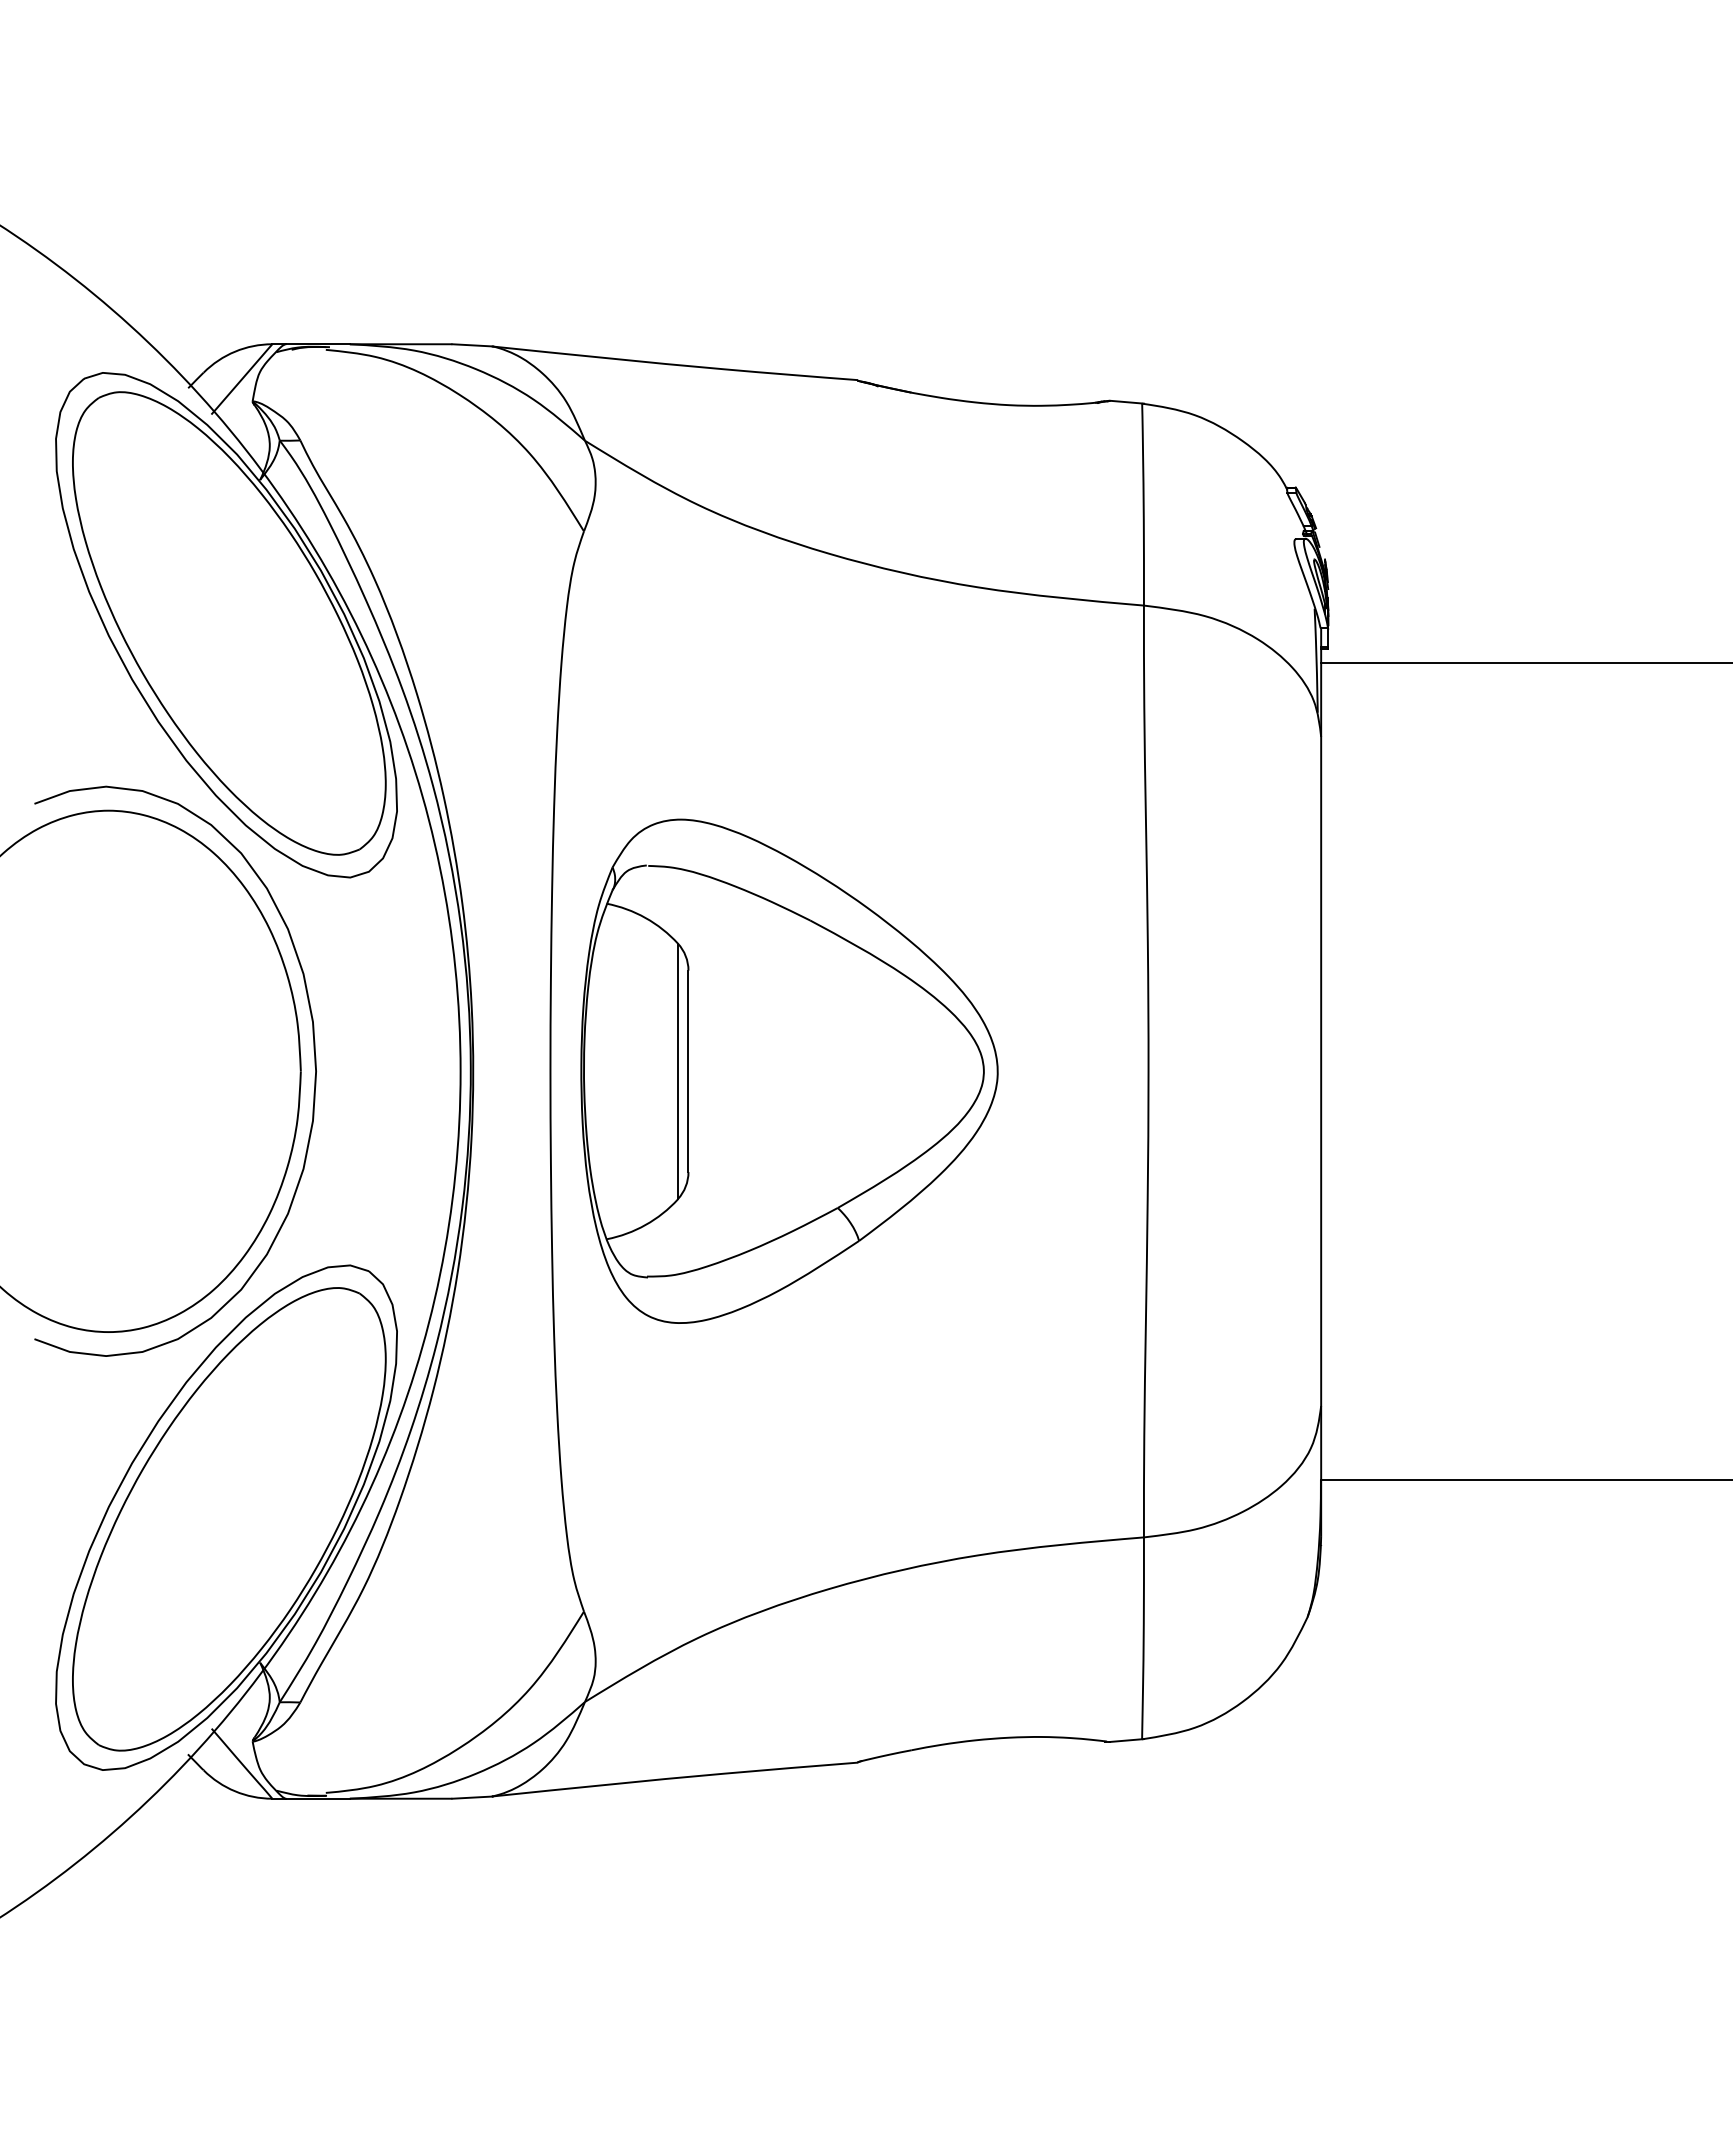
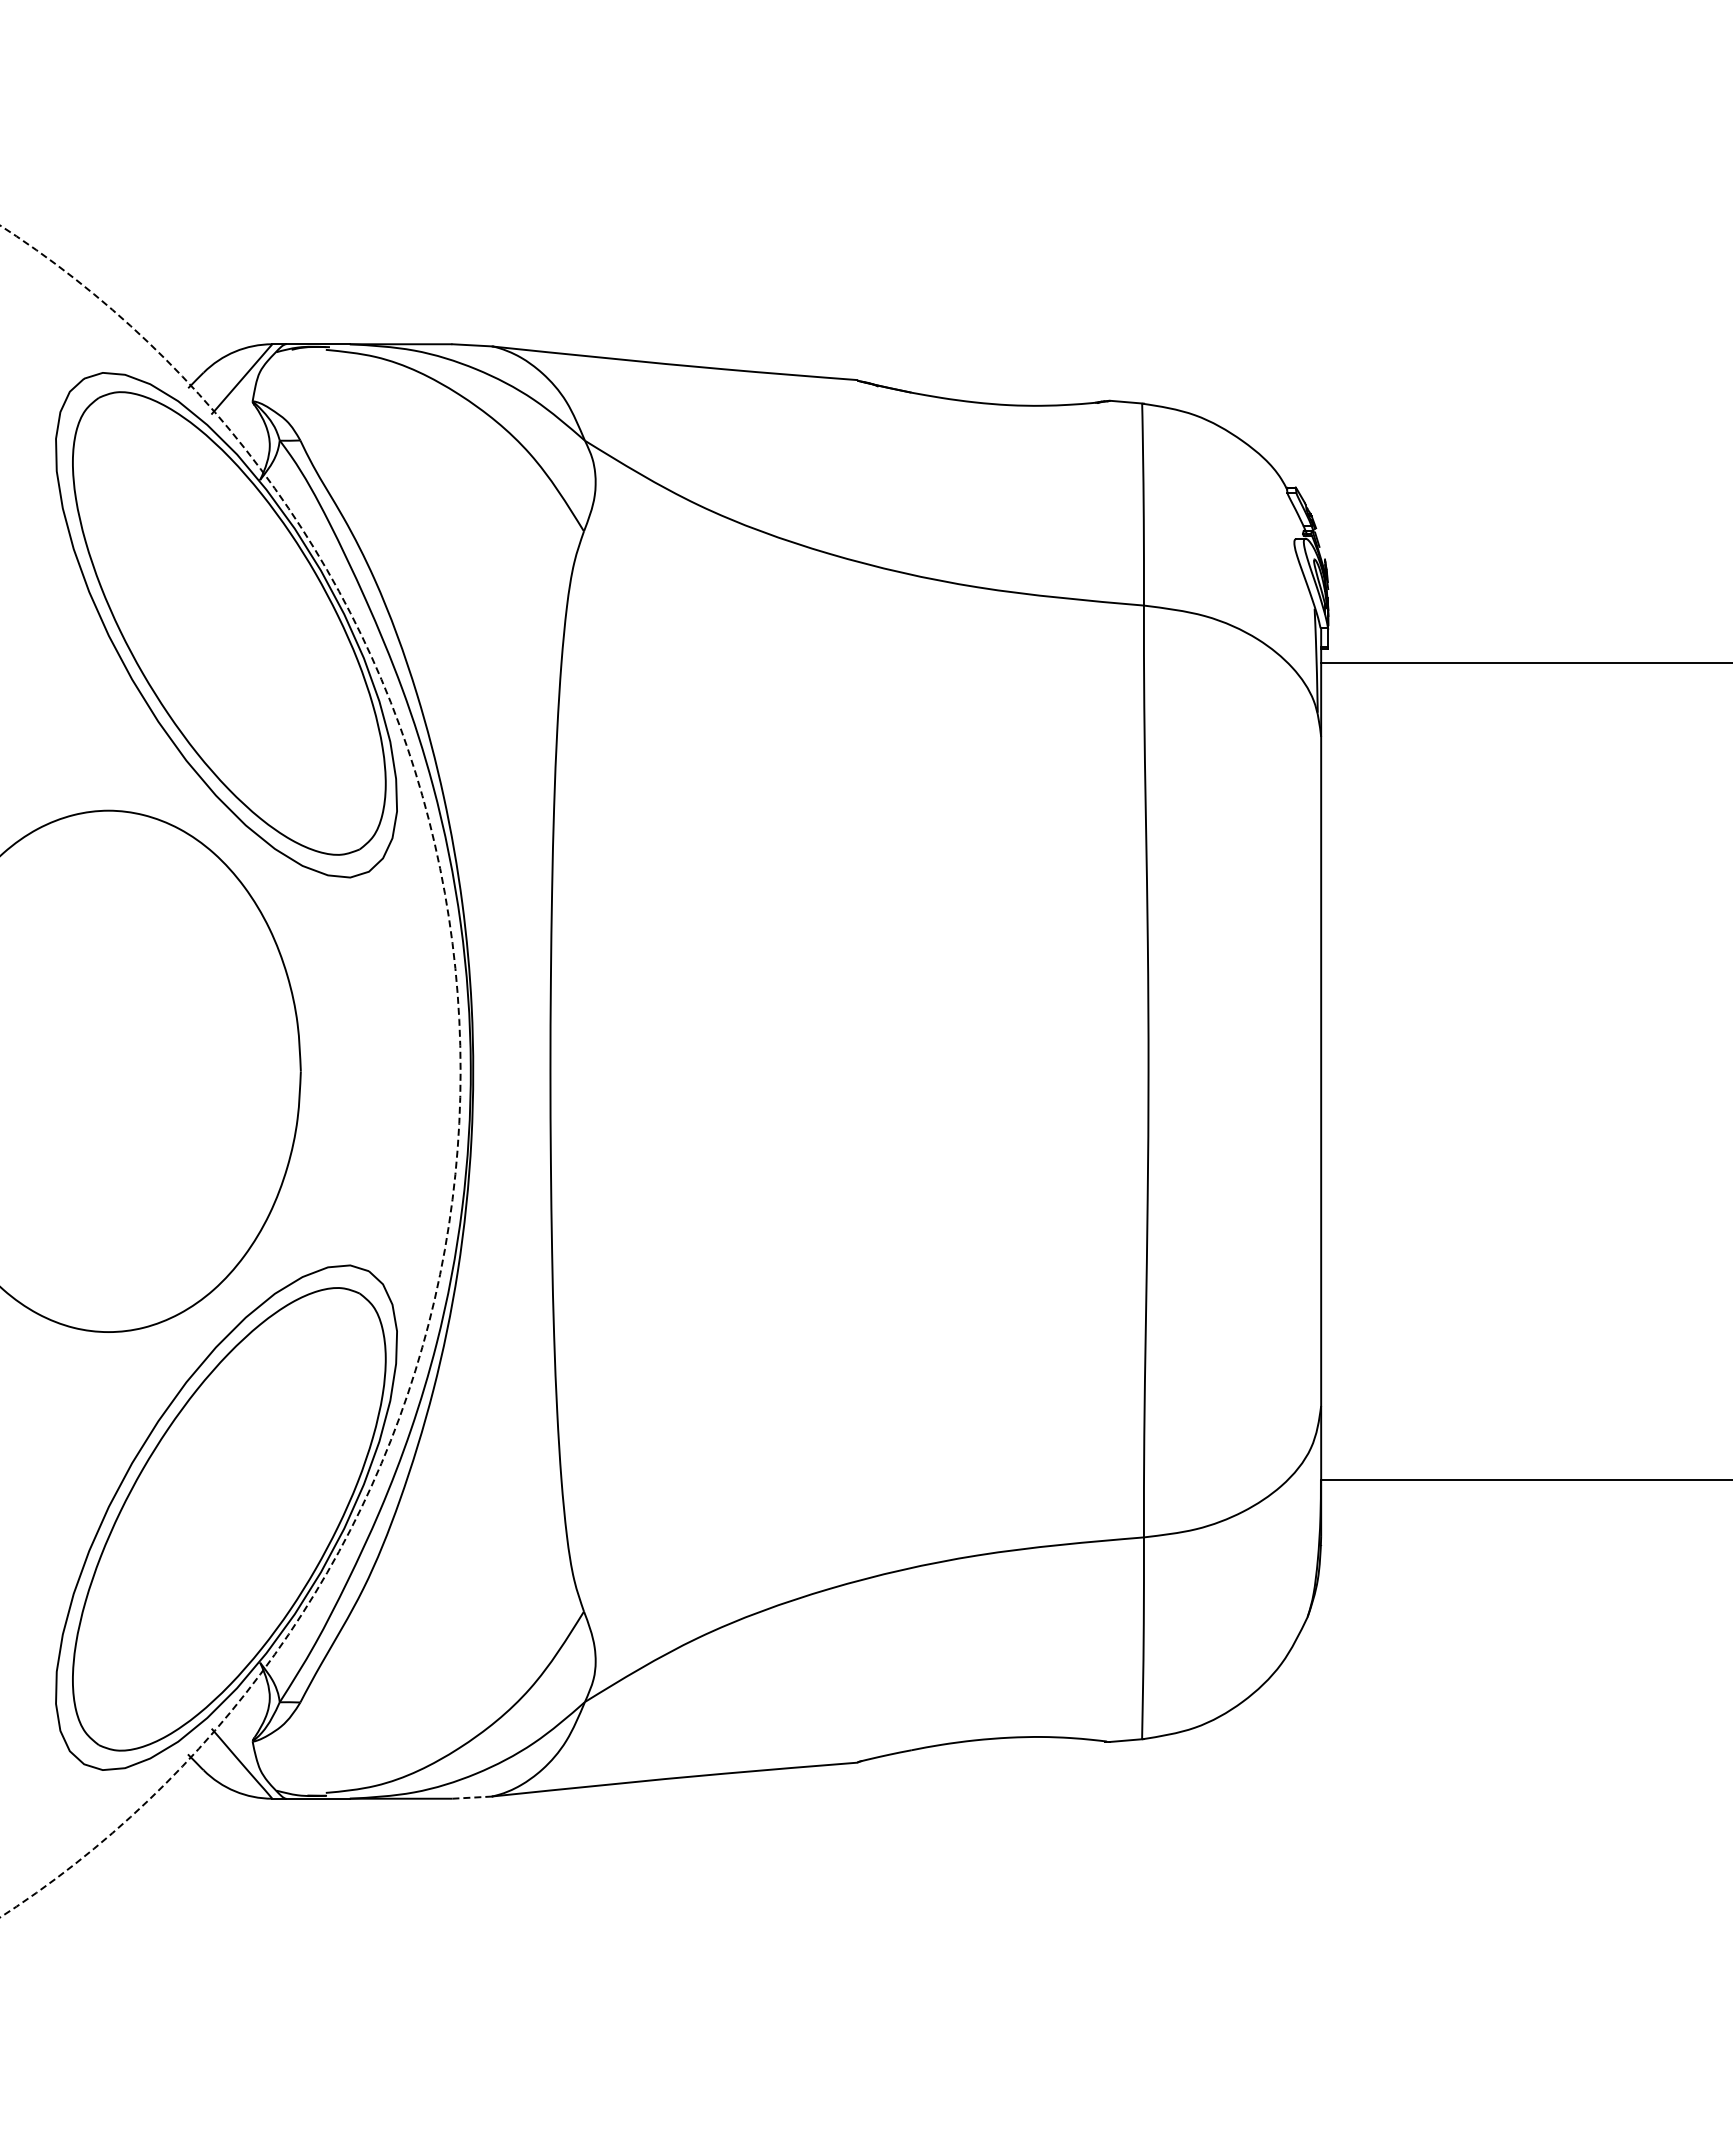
curve at (314, 1066): present -> none
part at (789, 1070): present -> none
arc at (460, 1071): solid -> dashed
line at (472, 1797): solid -> dashed
